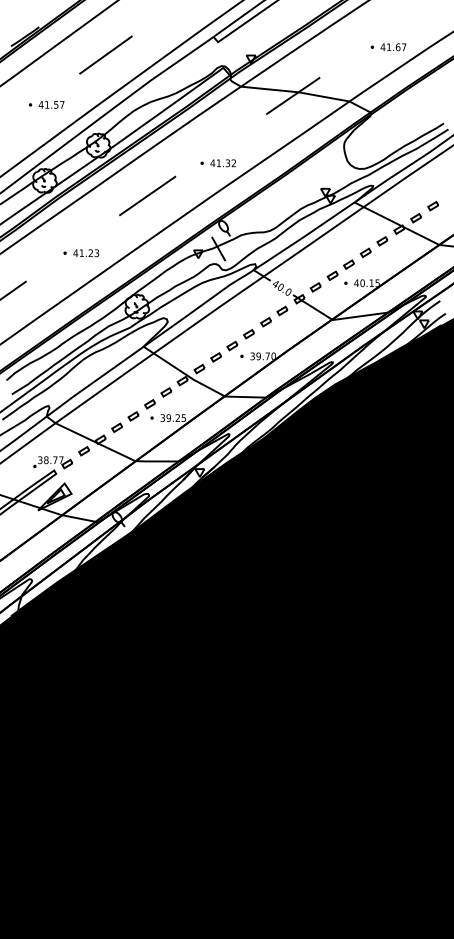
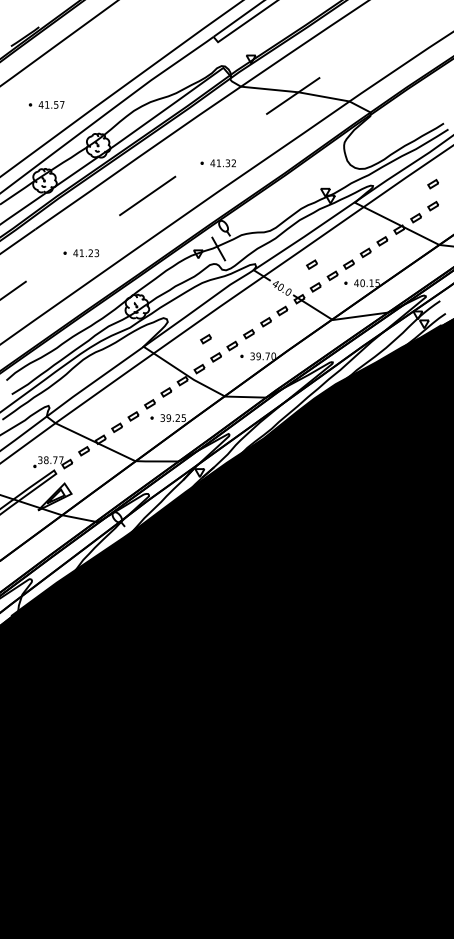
part at (388, 47): present -> none
line at (105, 54): present -> none
part at (432, 184): none -> present
part at (311, 264): none -> present
part at (205, 339): none -> present
